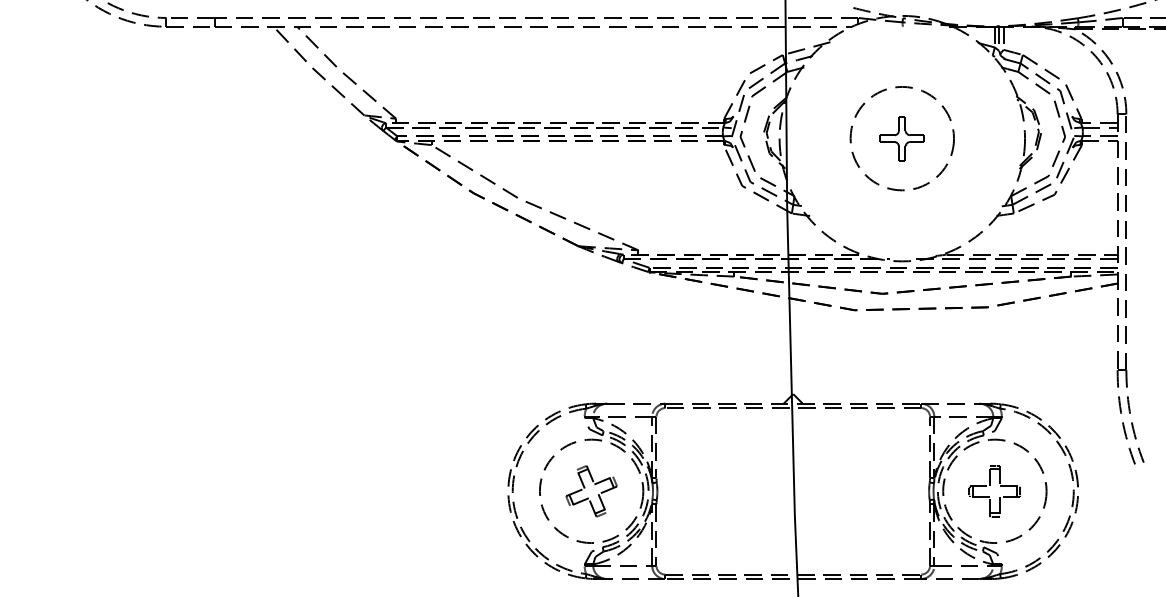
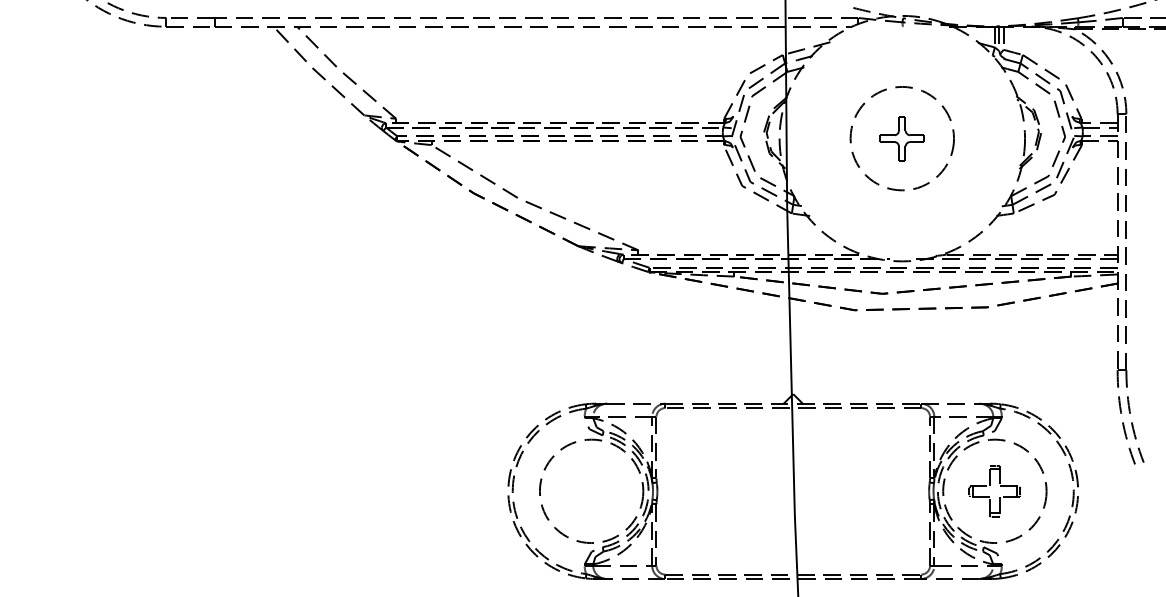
part at (585, 488): present -> none
